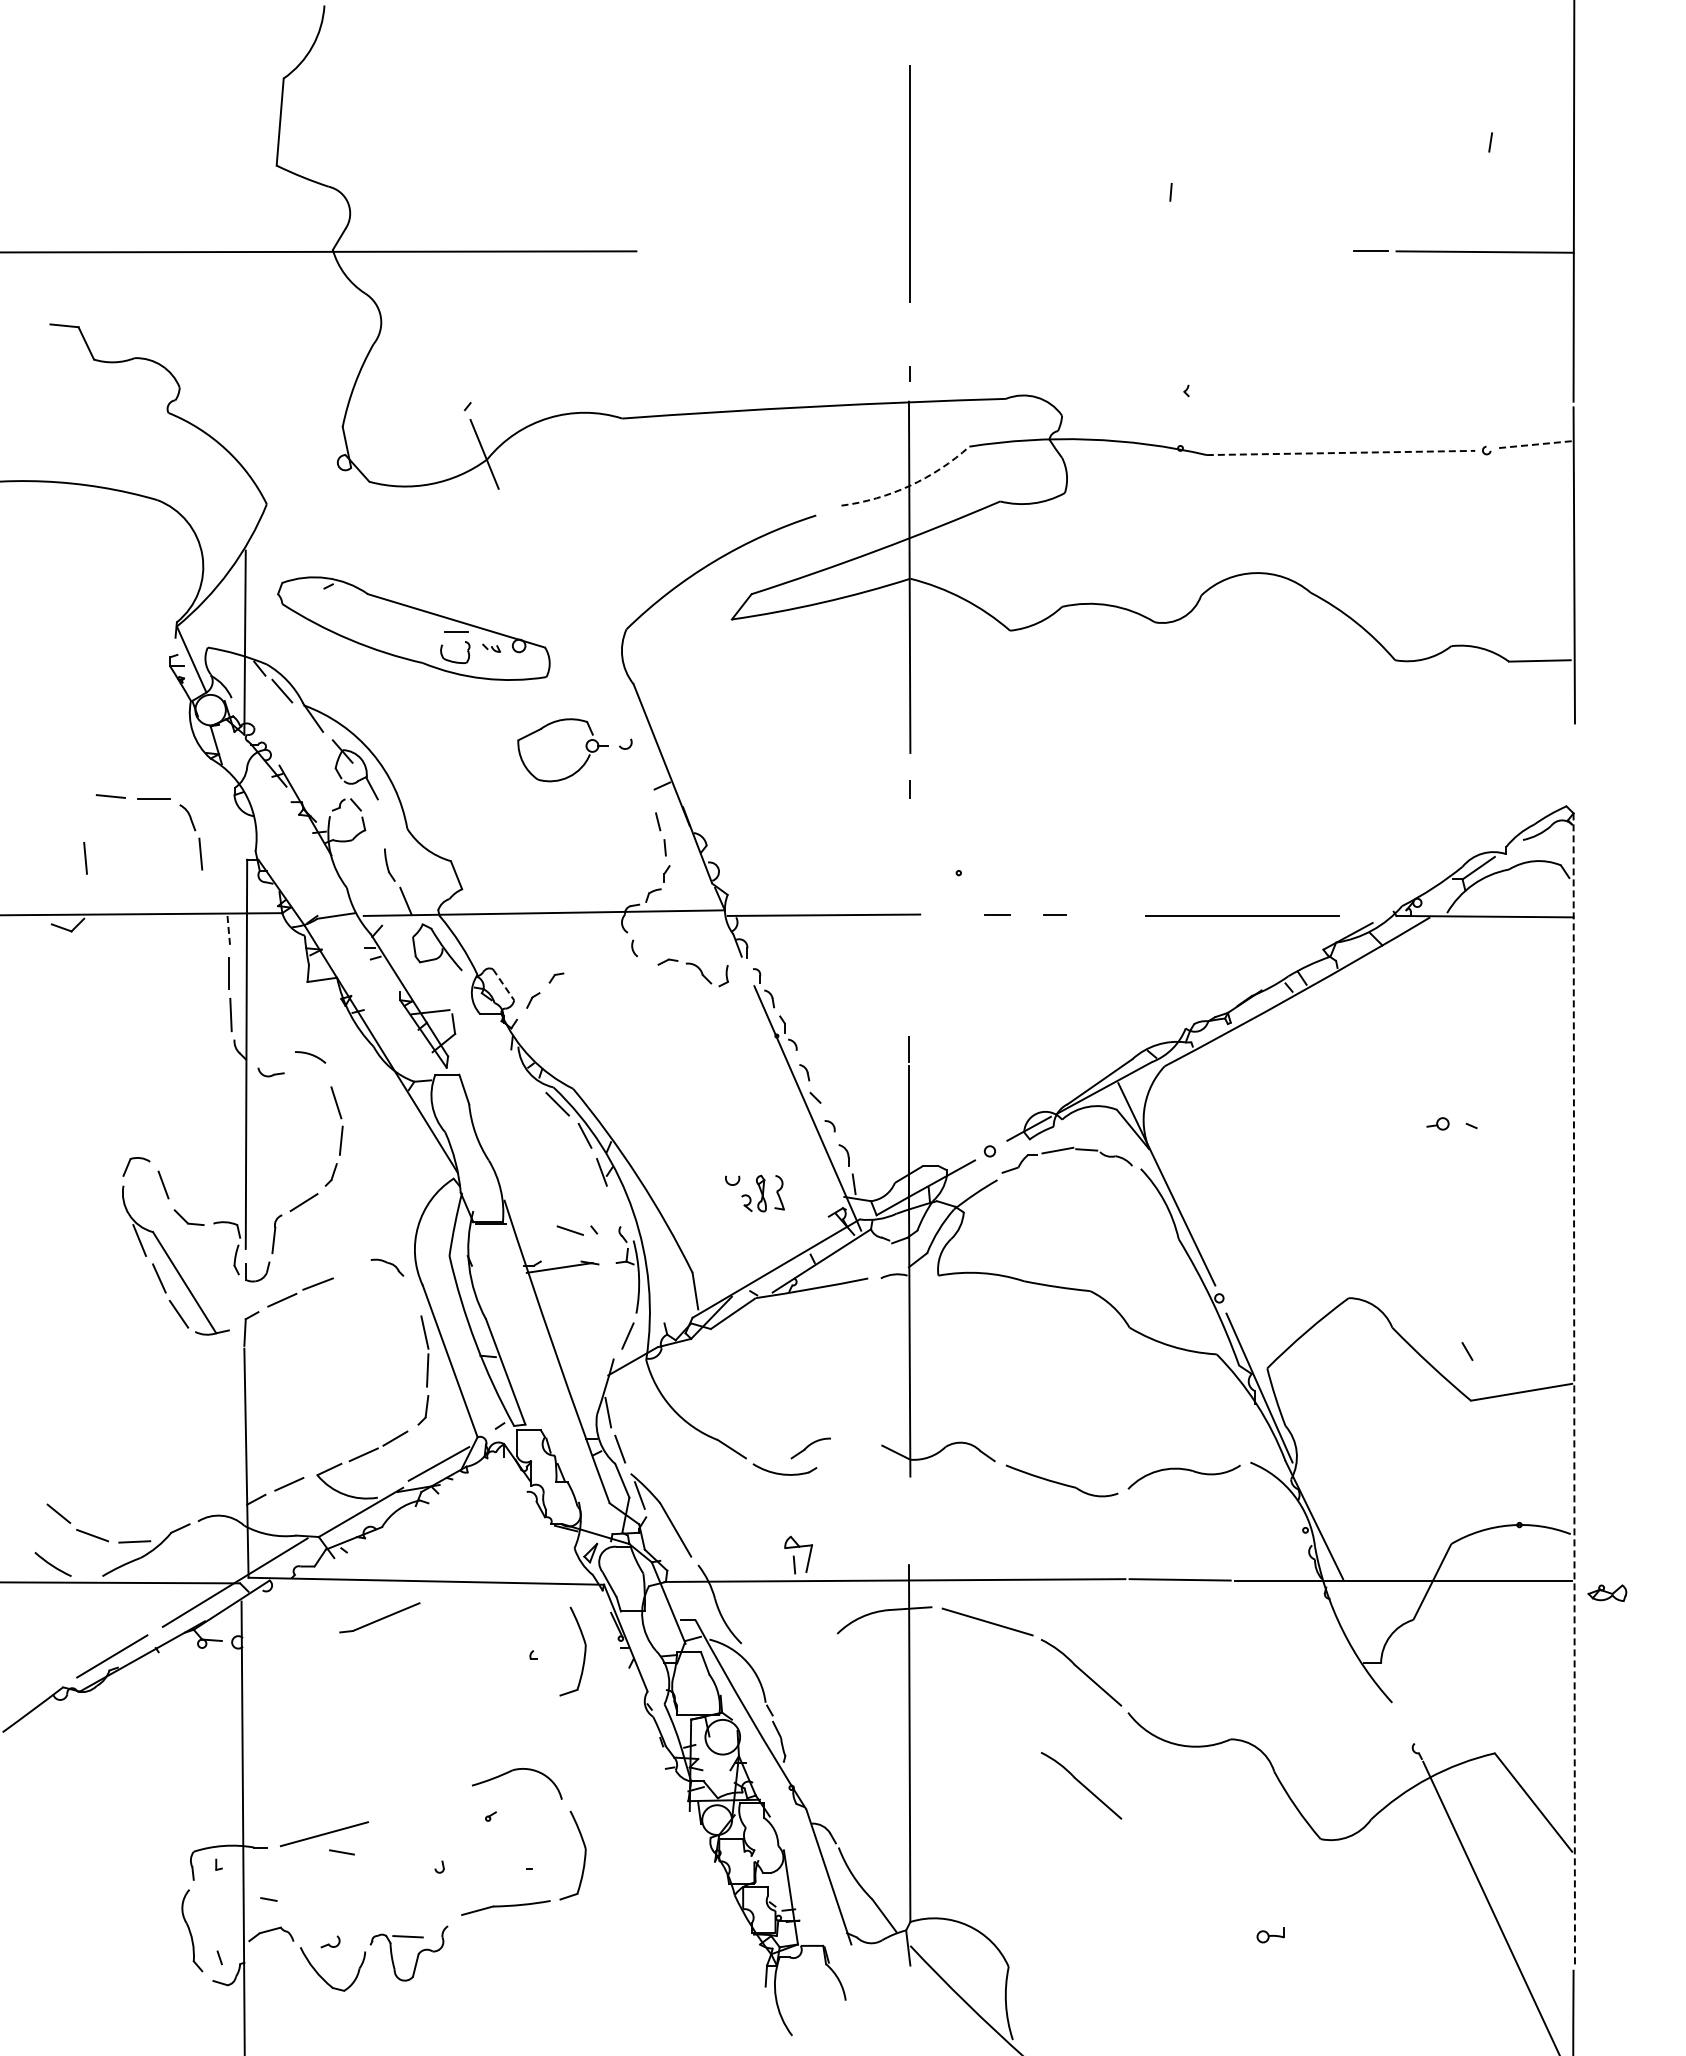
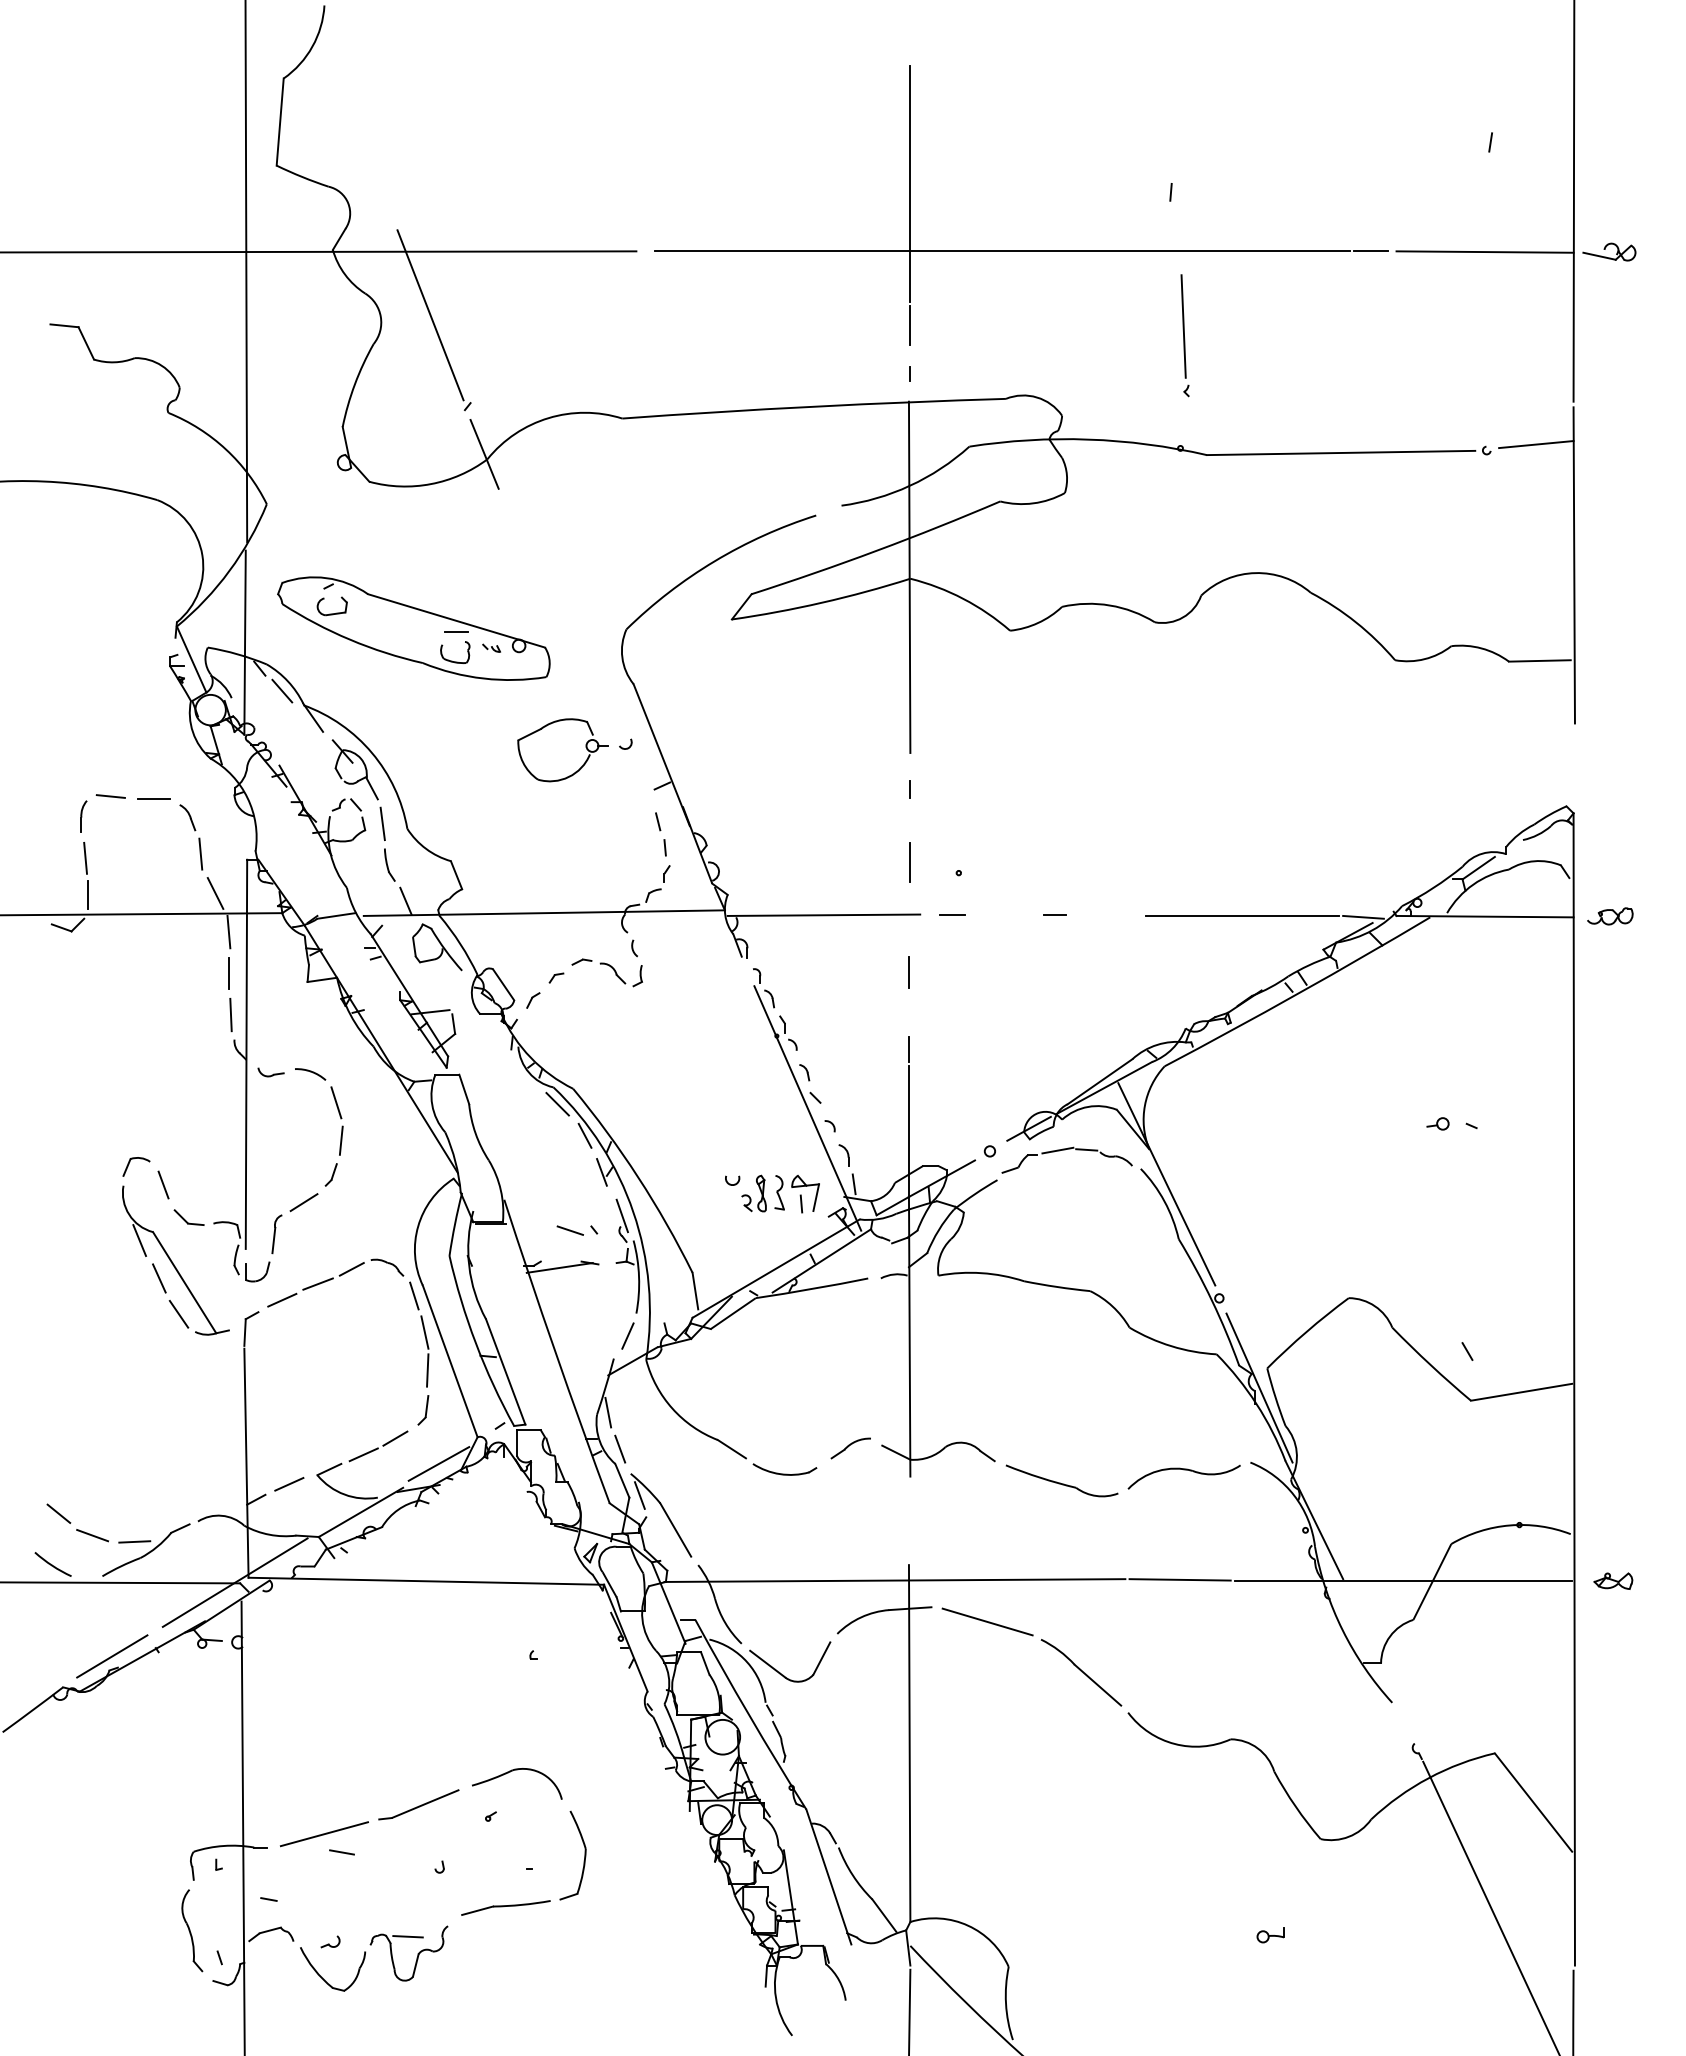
line at (1002, 251): none -> present
part at (1609, 251): none -> present
line at (246, 272): none -> present
line at (430, 315): none -> present
line at (910, 325): none -> present
line at (1183, 326): none -> present
line at (1536, 444): dashed -> solid
line at (1341, 452): dashed -> solid
arc at (909, 485): dashed -> solid
part at (331, 613): none -> present
part at (83, 816): none -> present
line at (382, 823): none -> present
line at (910, 862): none -> present
line at (215, 893): none -> present
line at (88, 894): none -> present
line at (997, 914) position: (997, 914) -> (952, 914)
line at (1363, 916): none -> present
part at (1610, 916): none -> present
line at (228, 932): dashed -> solid
part at (696, 967) position: (696, 967) -> (610, 967)
line at (908, 971): none -> present
line at (503, 984): dashed -> solid
arc at (310, 1055) position: (310, 1055) -> (310, 1072)
line at (621, 1215): none -> present
line at (351, 1269): none -> present
line at (414, 1295): none -> present
line at (1574, 1389): dashed -> solid
part at (810, 1448) position: (810, 1448) -> (850, 1448)
part at (798, 1554) position: (798, 1554) -> (805, 1193)
part at (1607, 1592) position: (1607, 1592) -> (1613, 1580)
part at (379, 1617) position: (379, 1617) -> (418, 1804)
part at (584, 1651): present -> none
part at (783, 1674): none -> present
part at (1081, 1785): present -> none
line at (909, 2010): none -> present
